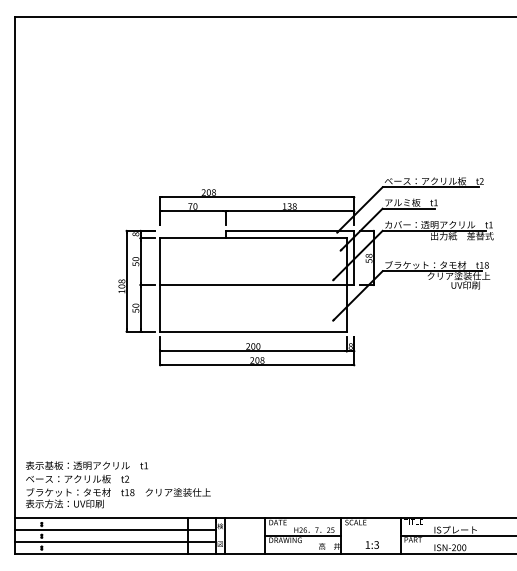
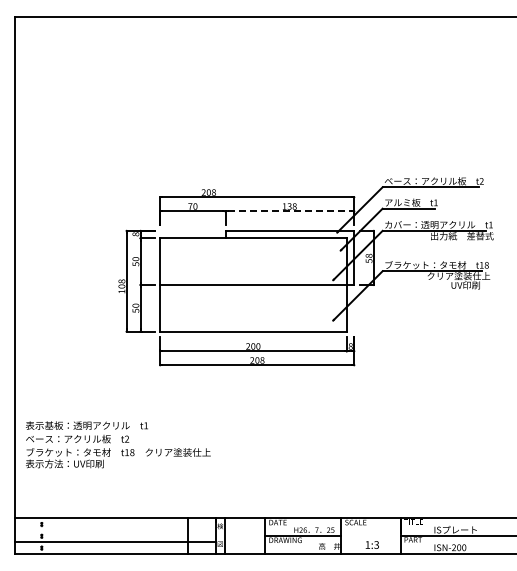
line at (290, 211): solid -> dashed
text at (118, 484) position: (118, 484) -> (118, 444)
line at (115, 530): present -> none
